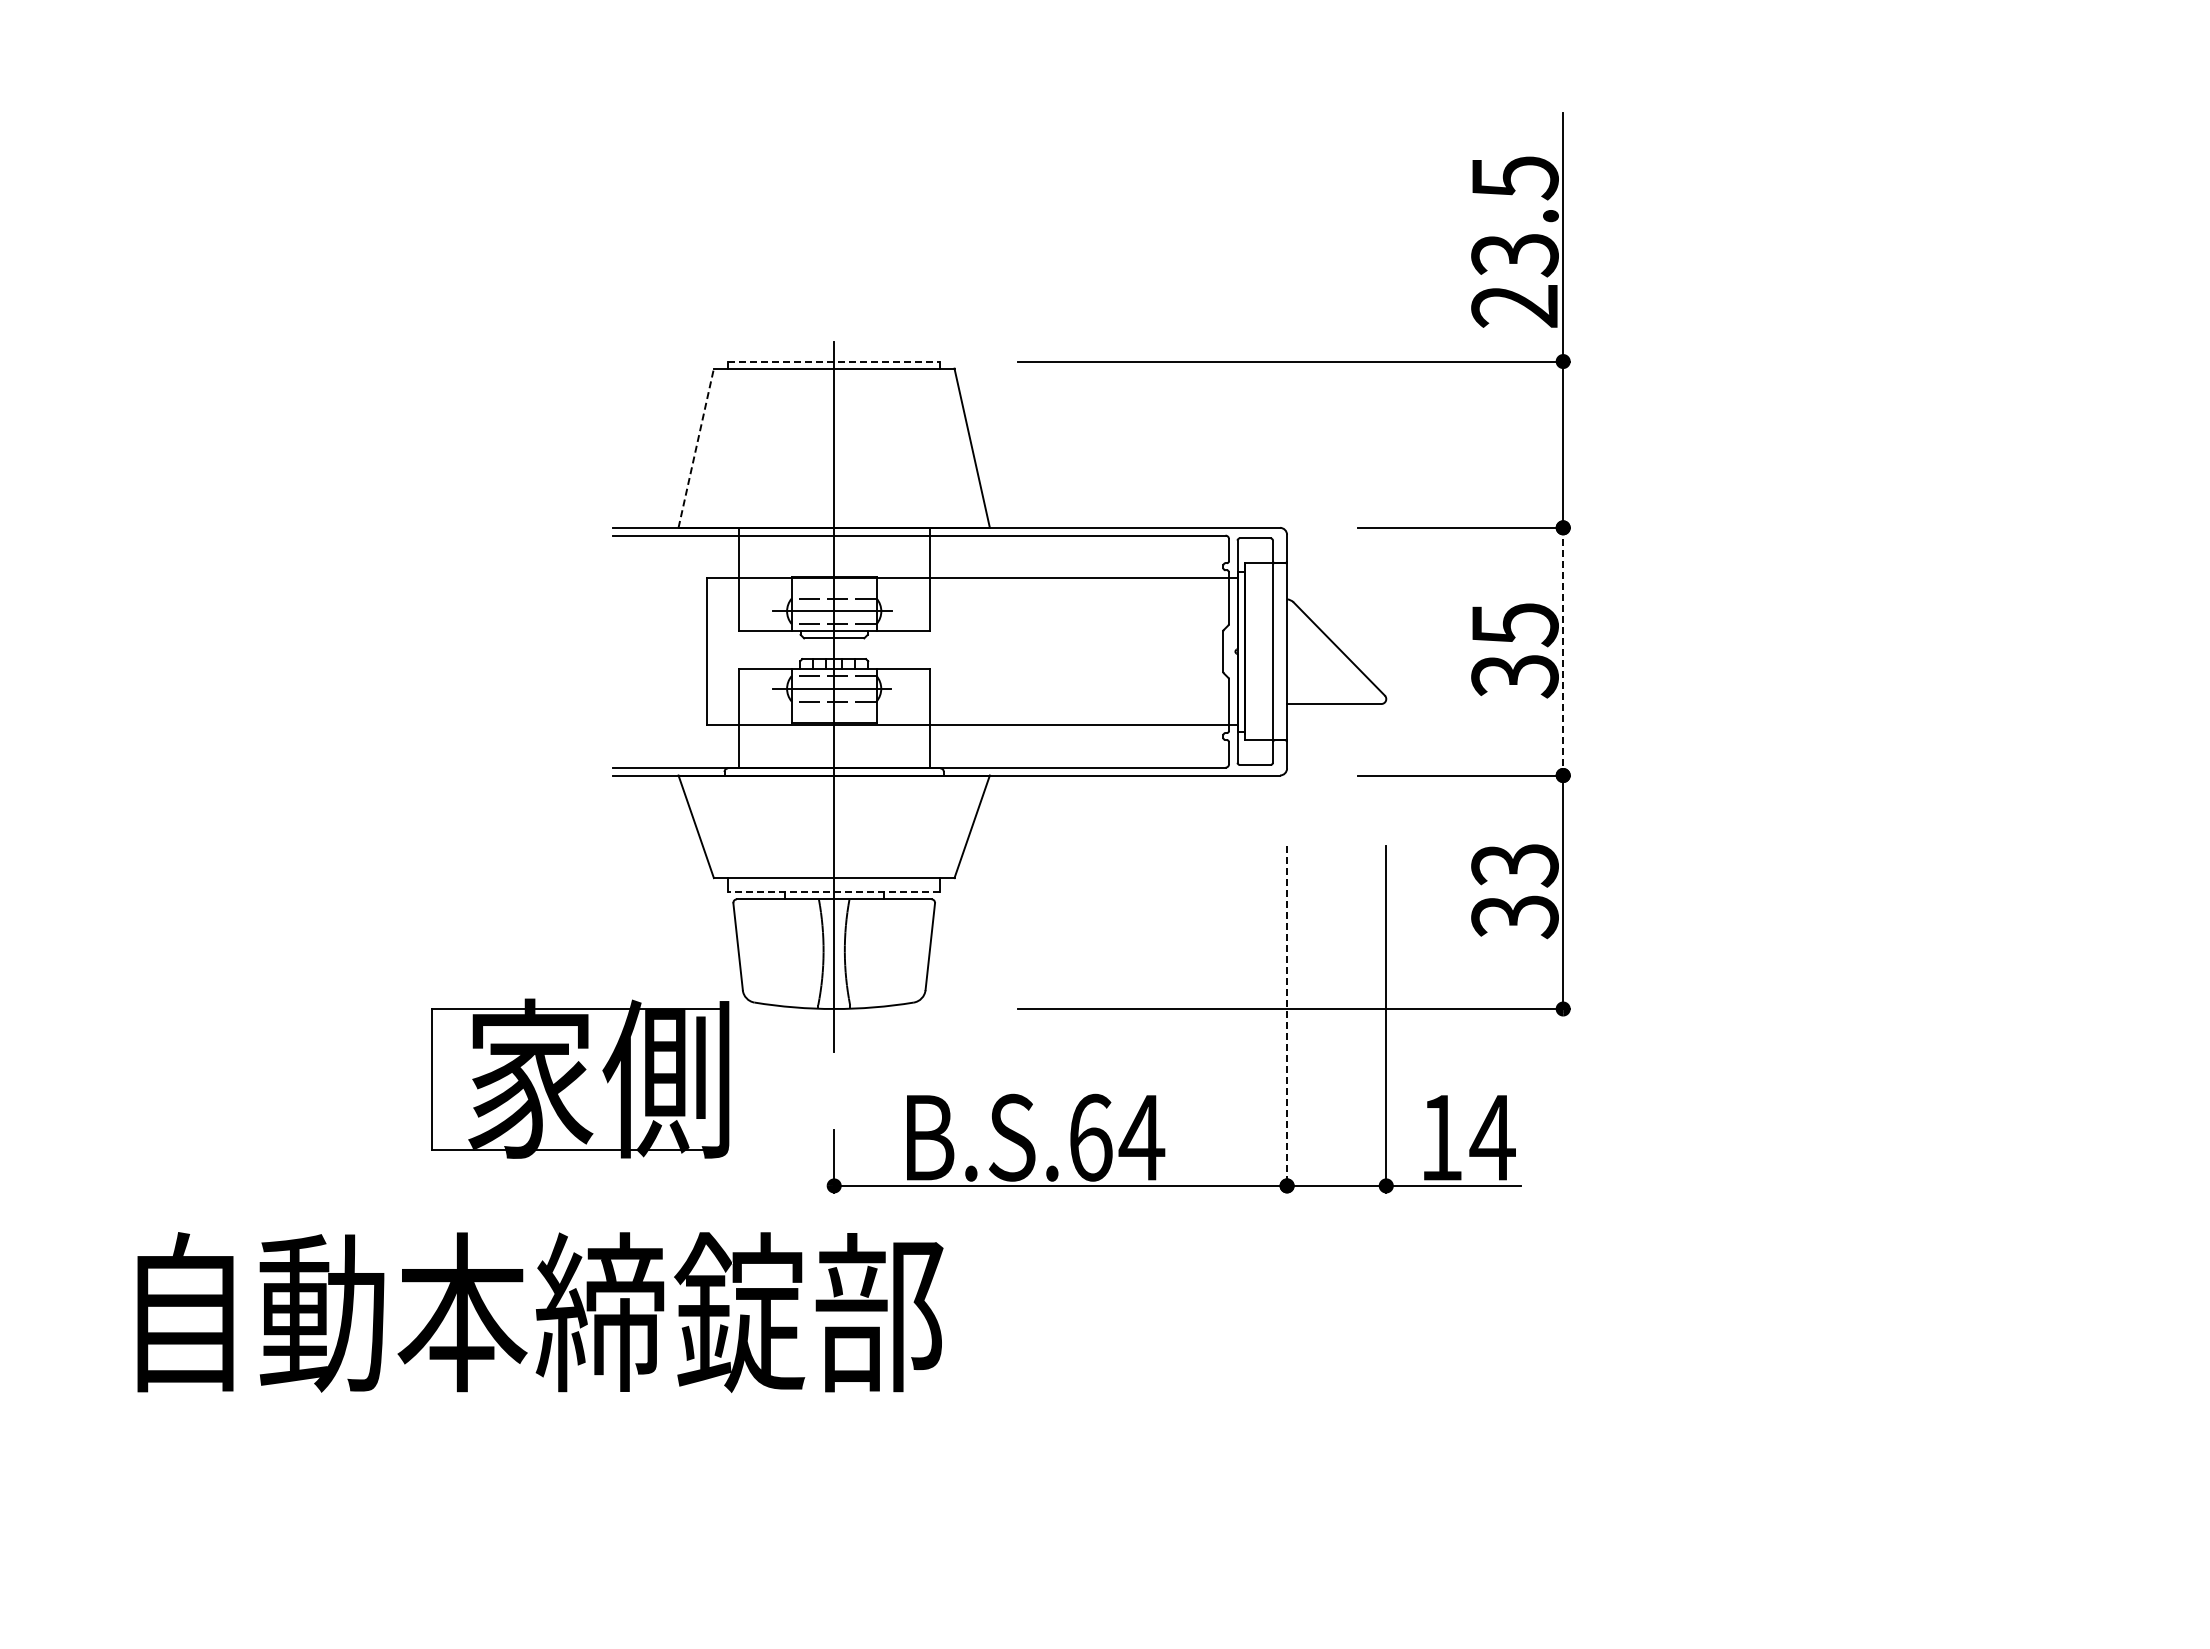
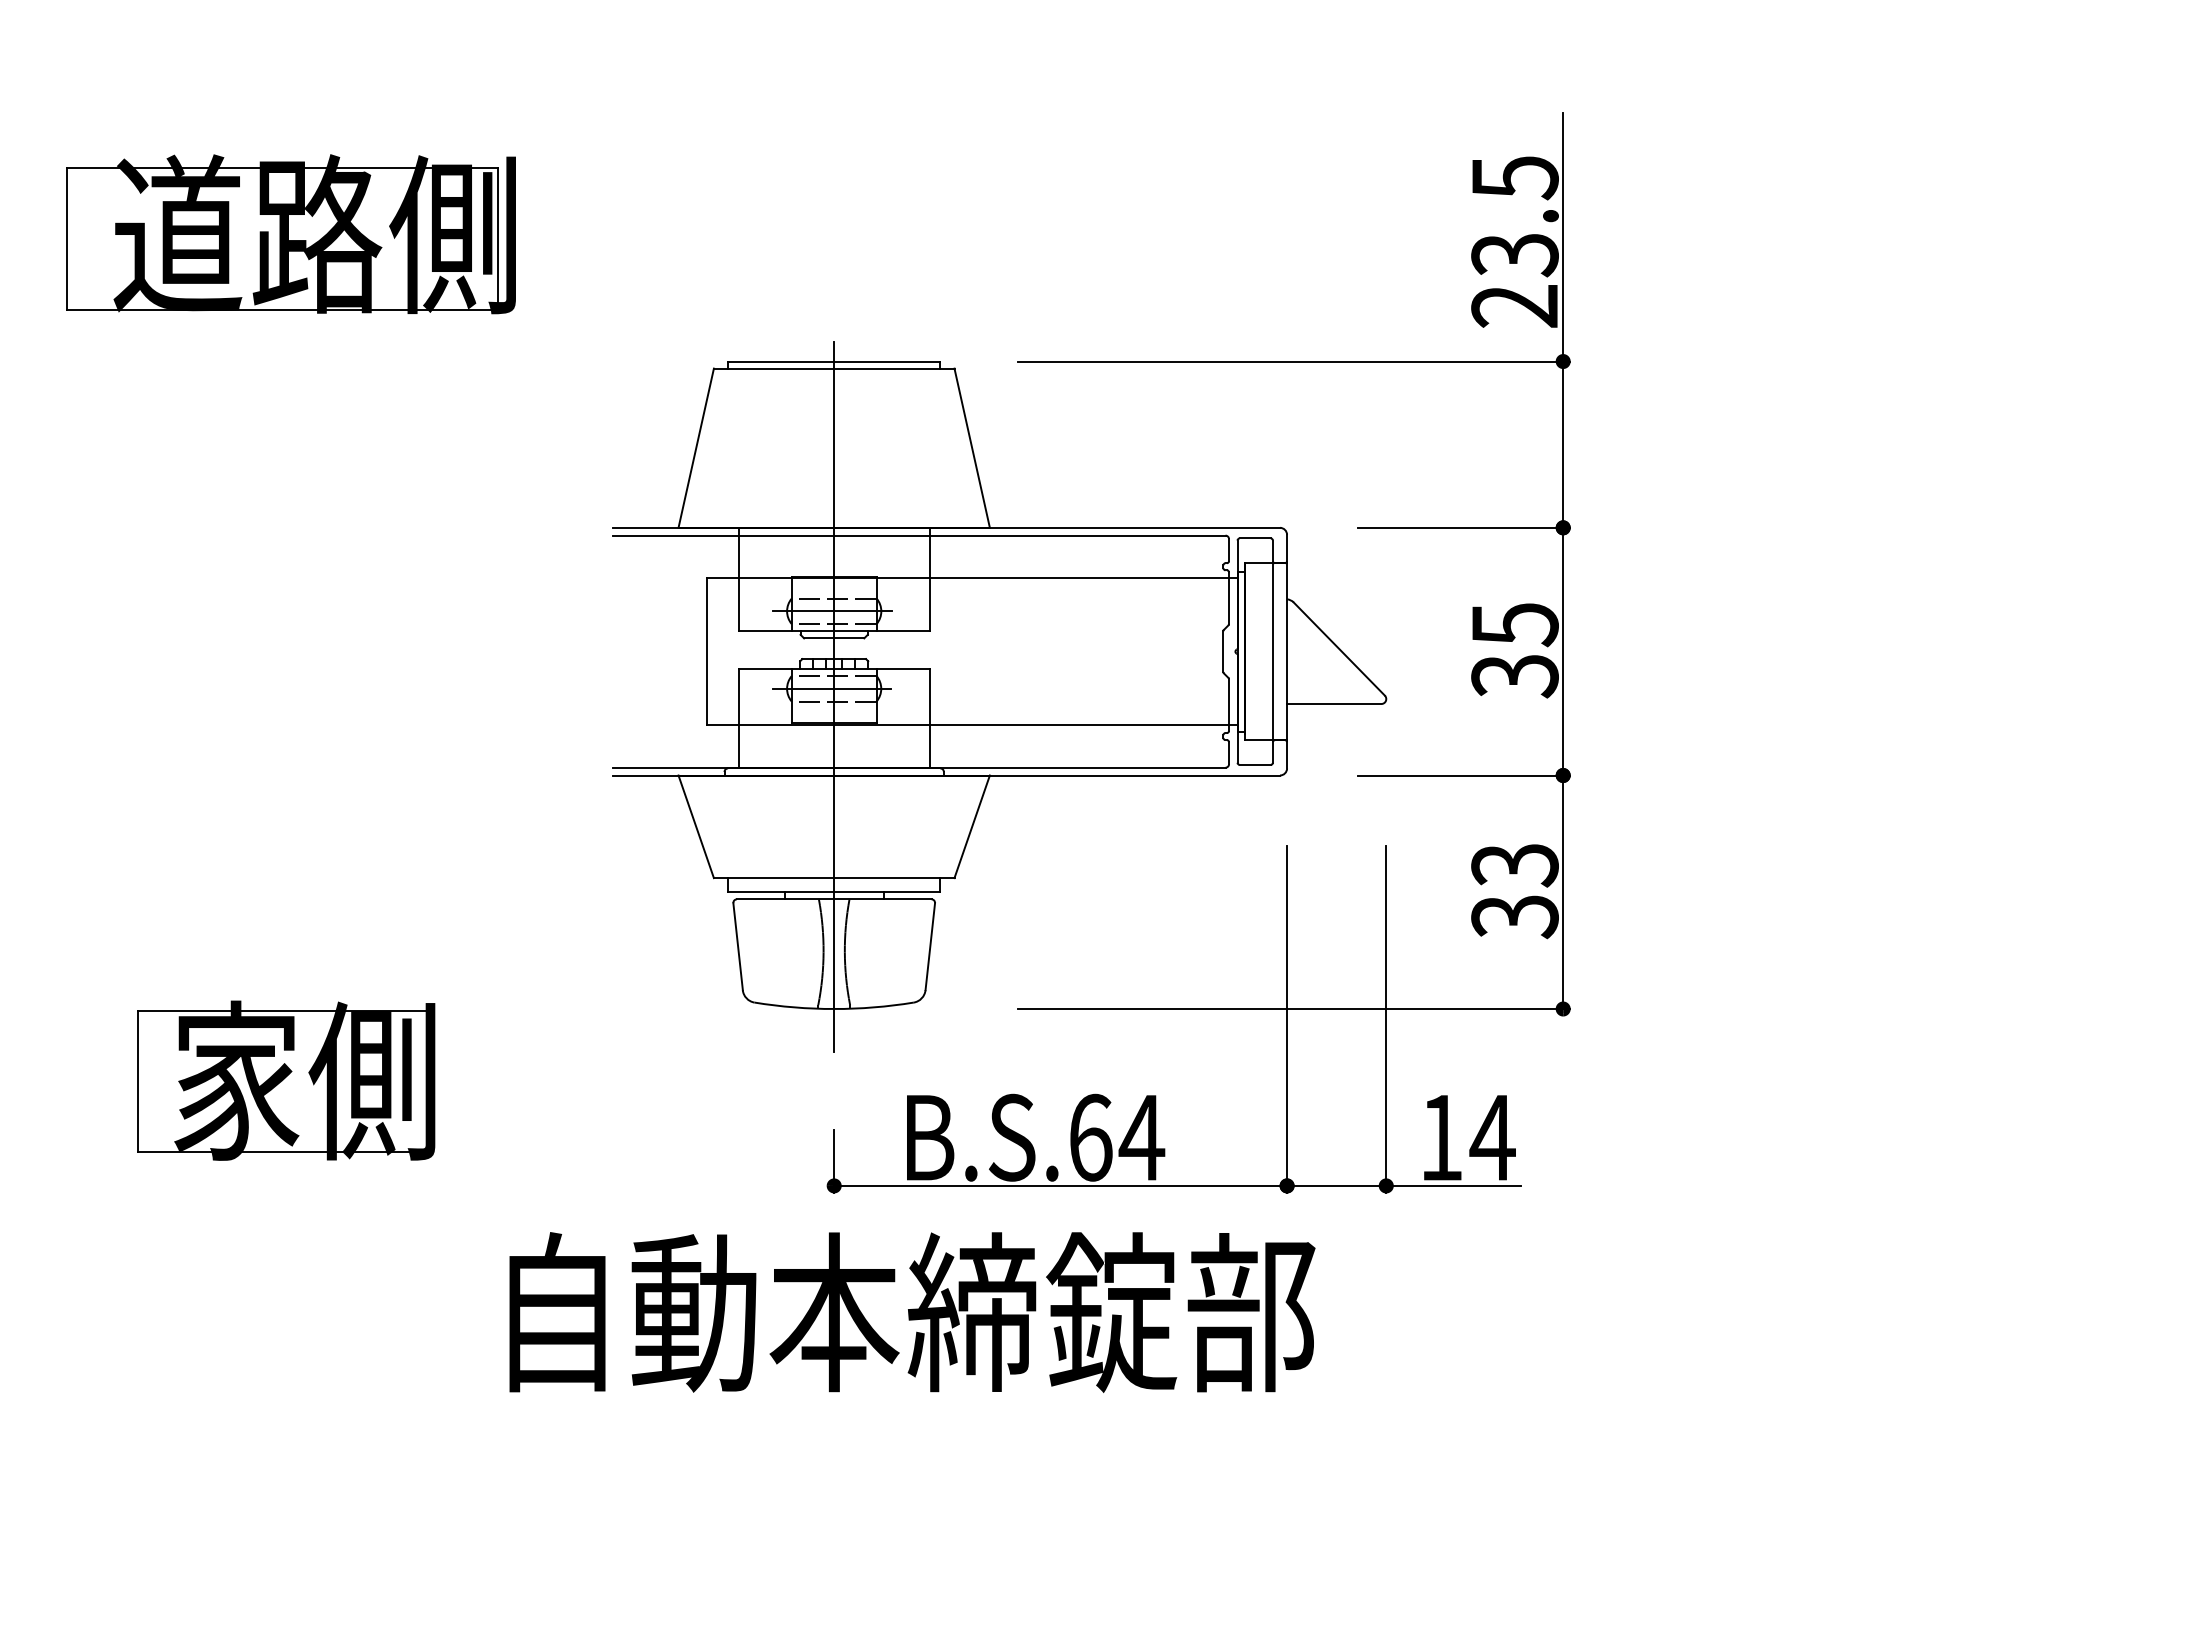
part at (290, 234): none -> present
line at (834, 361): dashed -> solid
line at (696, 448): dashed -> solid
line at (1563, 651): dashed -> solid
line at (833, 892): dashed -> solid
line at (1287, 1020): dashed -> solid
part at (580, 1078) position: (580, 1078) -> (286, 1080)
text at (540, 1312) position: (540, 1312) -> (912, 1312)
